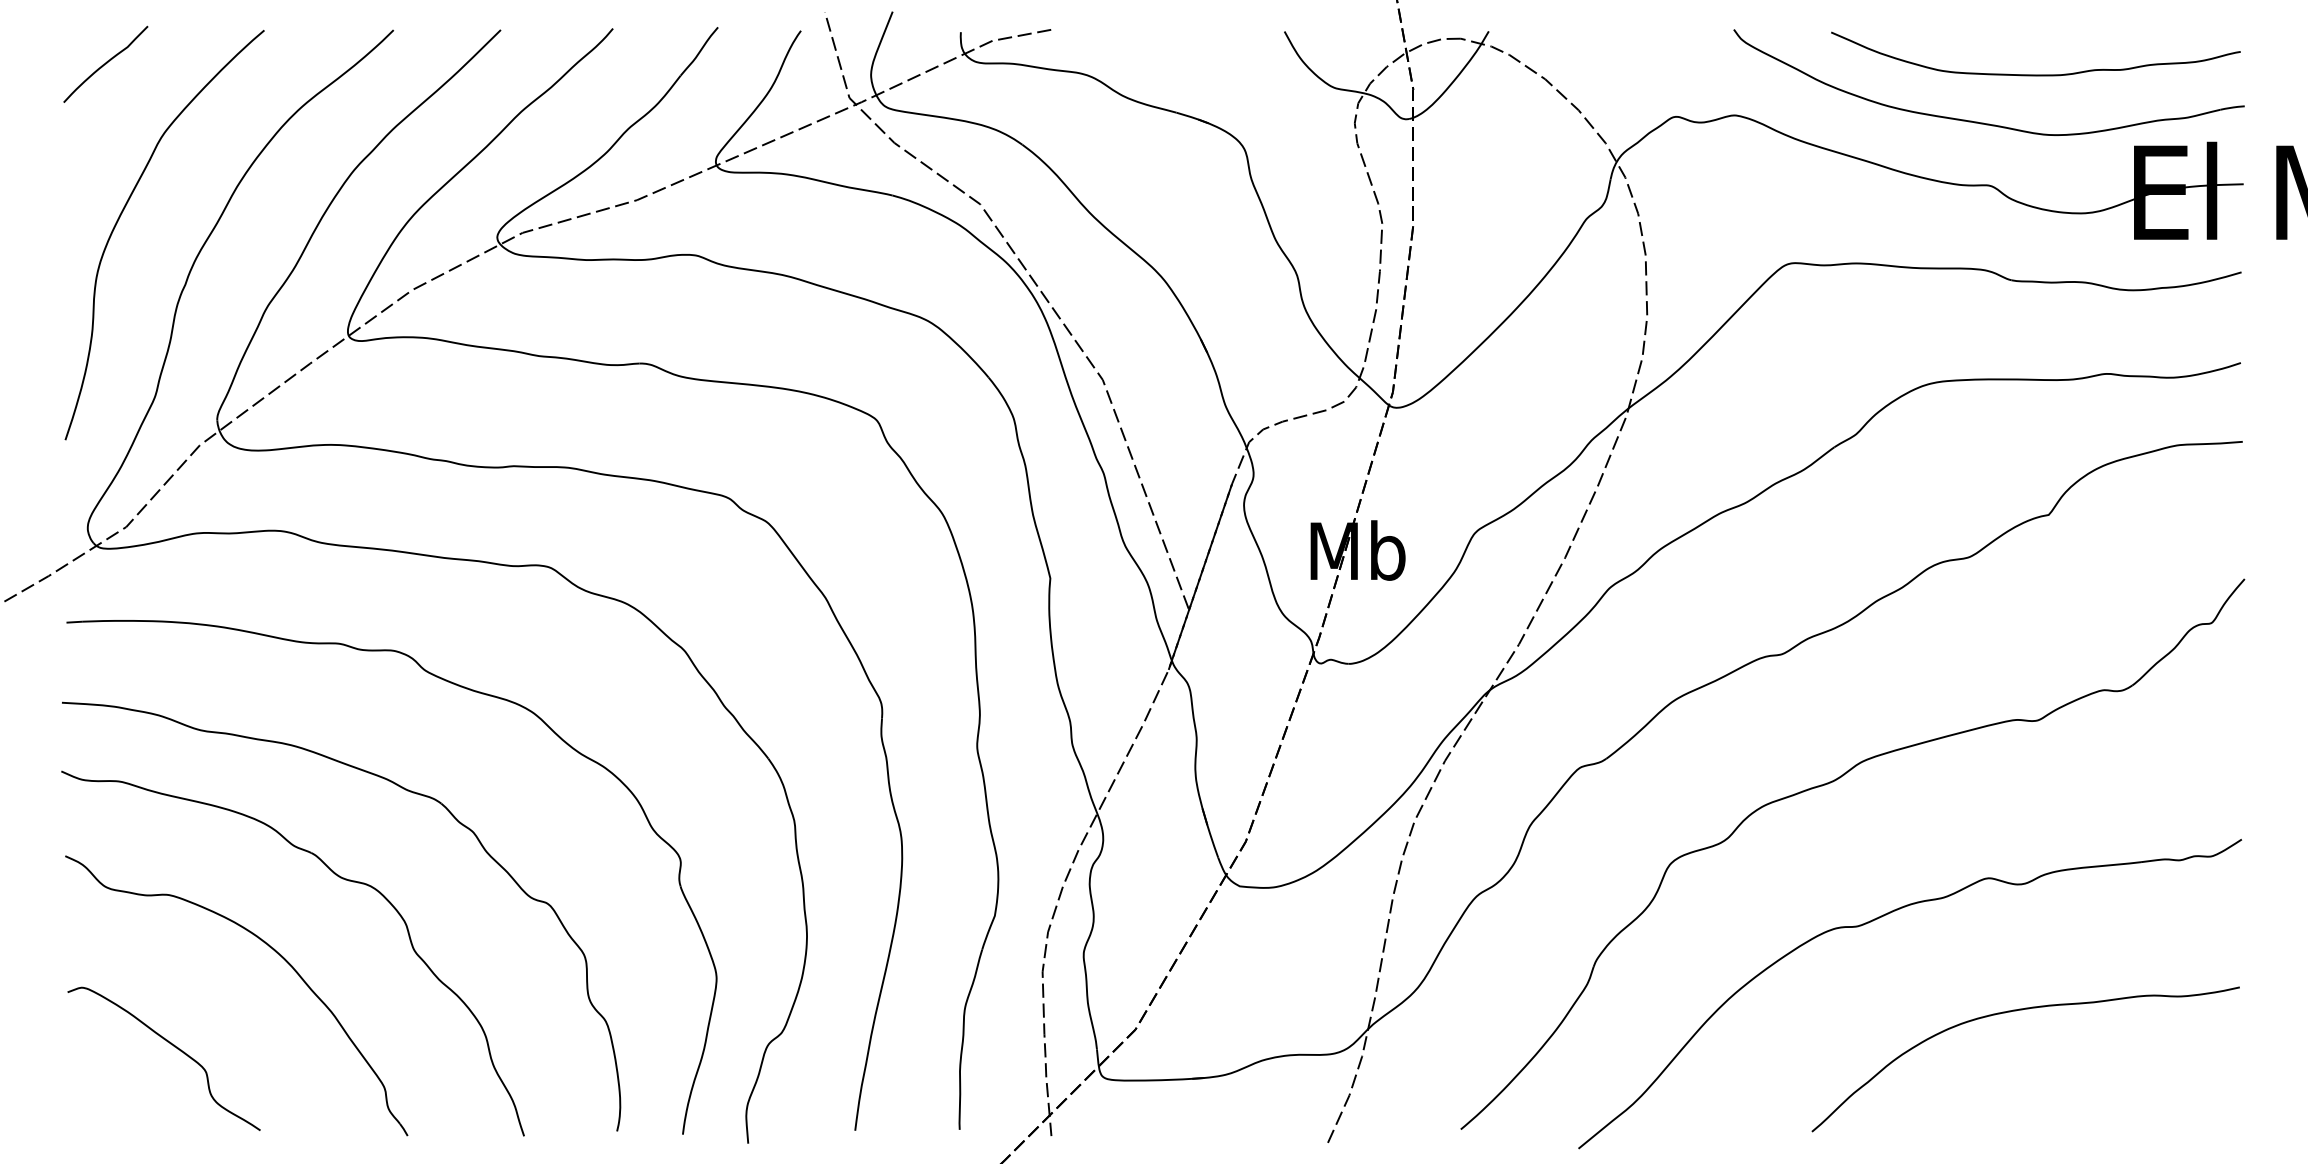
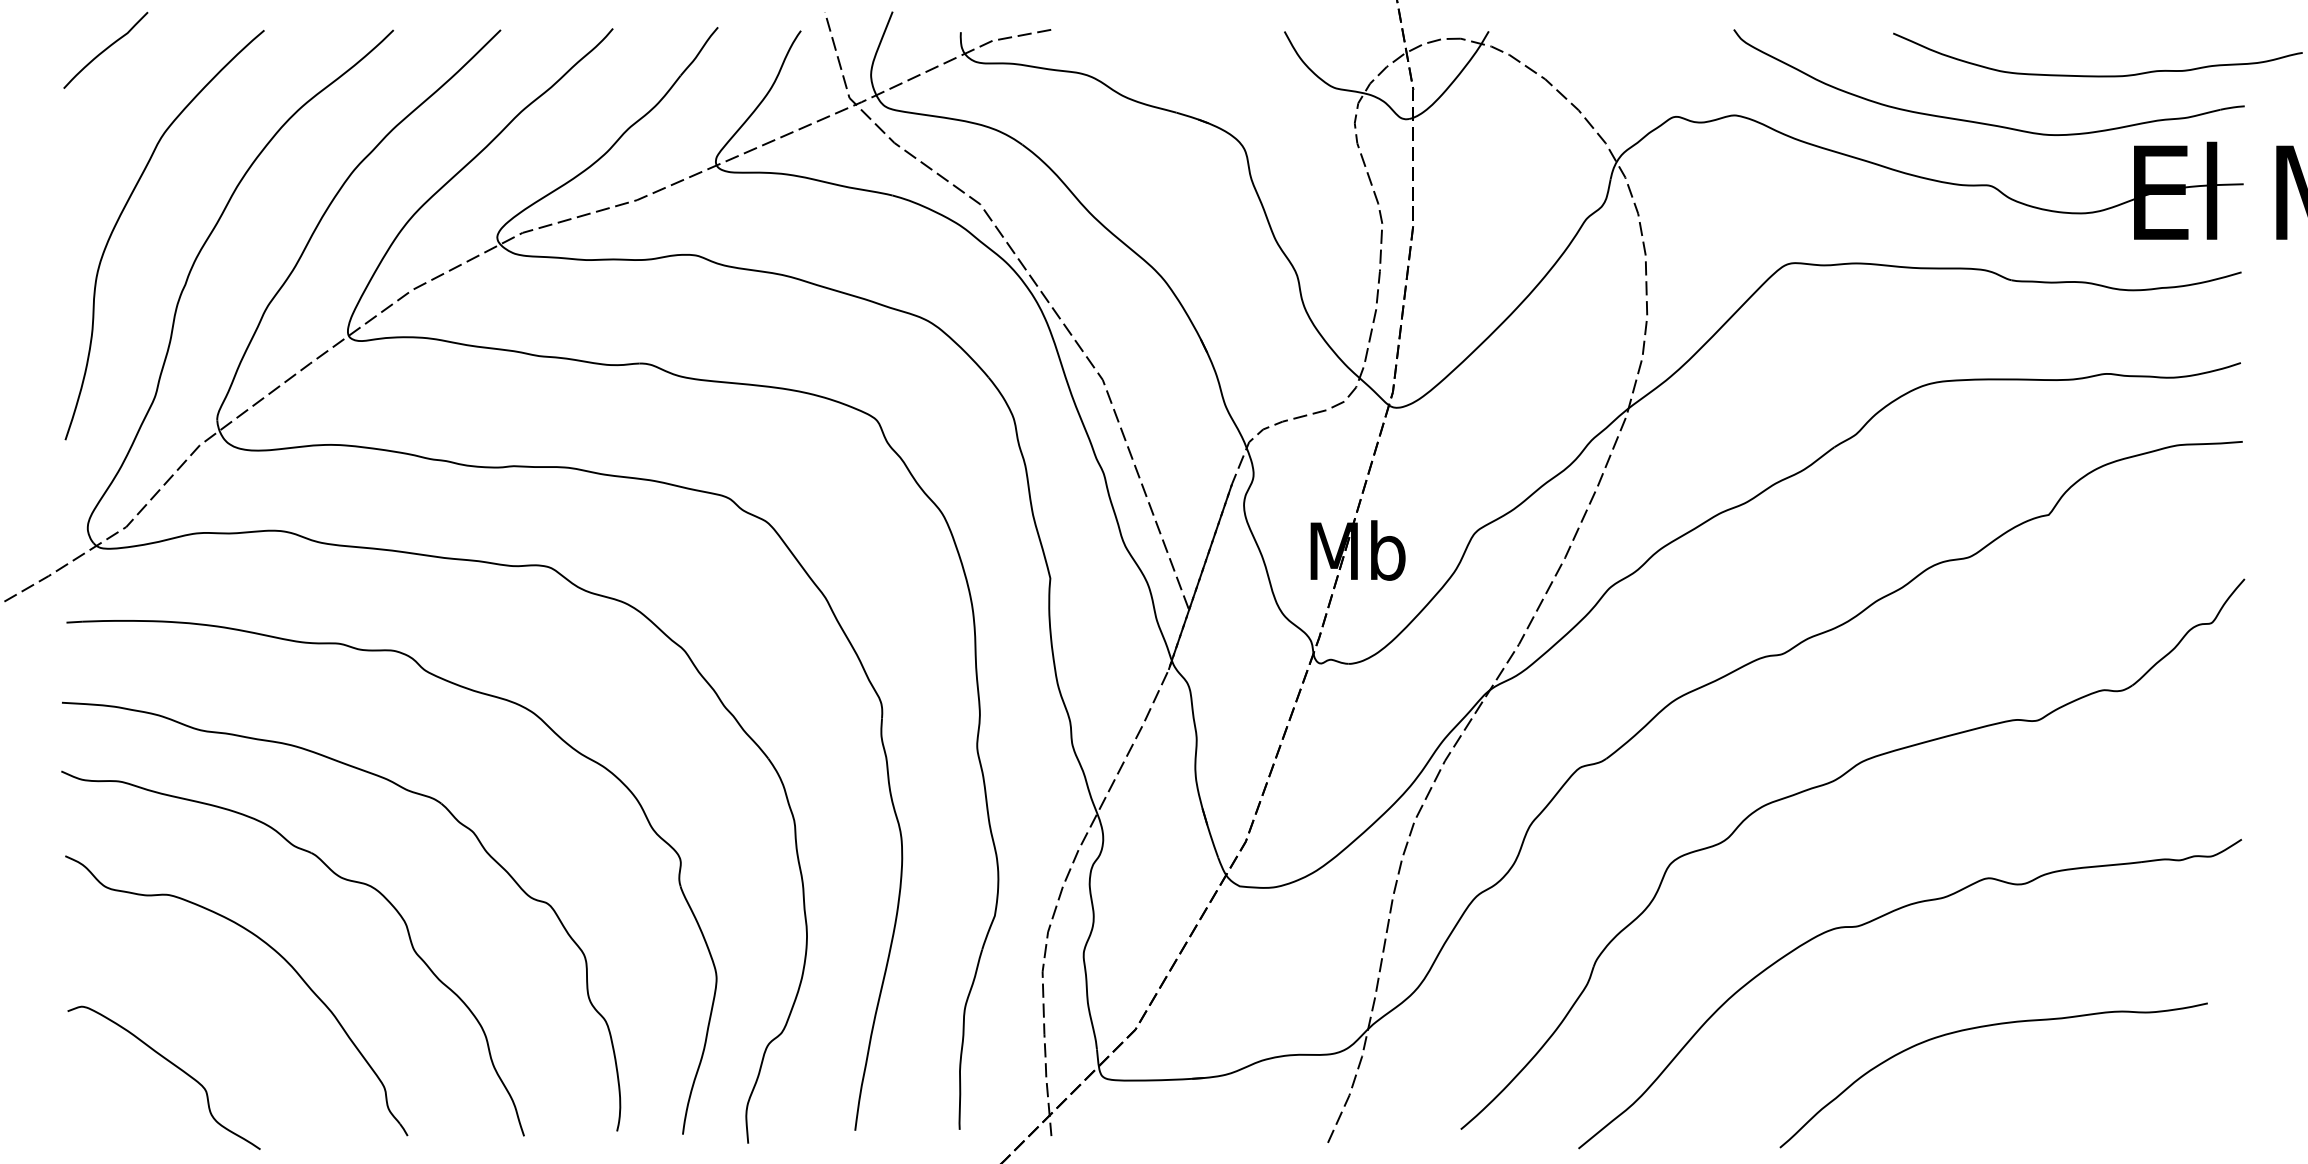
curve at (105, 63) position: (105, 63) -> (105, 49)
curve at (2035, 74) position: (2035, 74) -> (2097, 75)
curve at (2016, 1011) position: (2016, 1011) -> (1984, 1027)
curve at (174, 1047) position: (174, 1047) -> (174, 1066)
